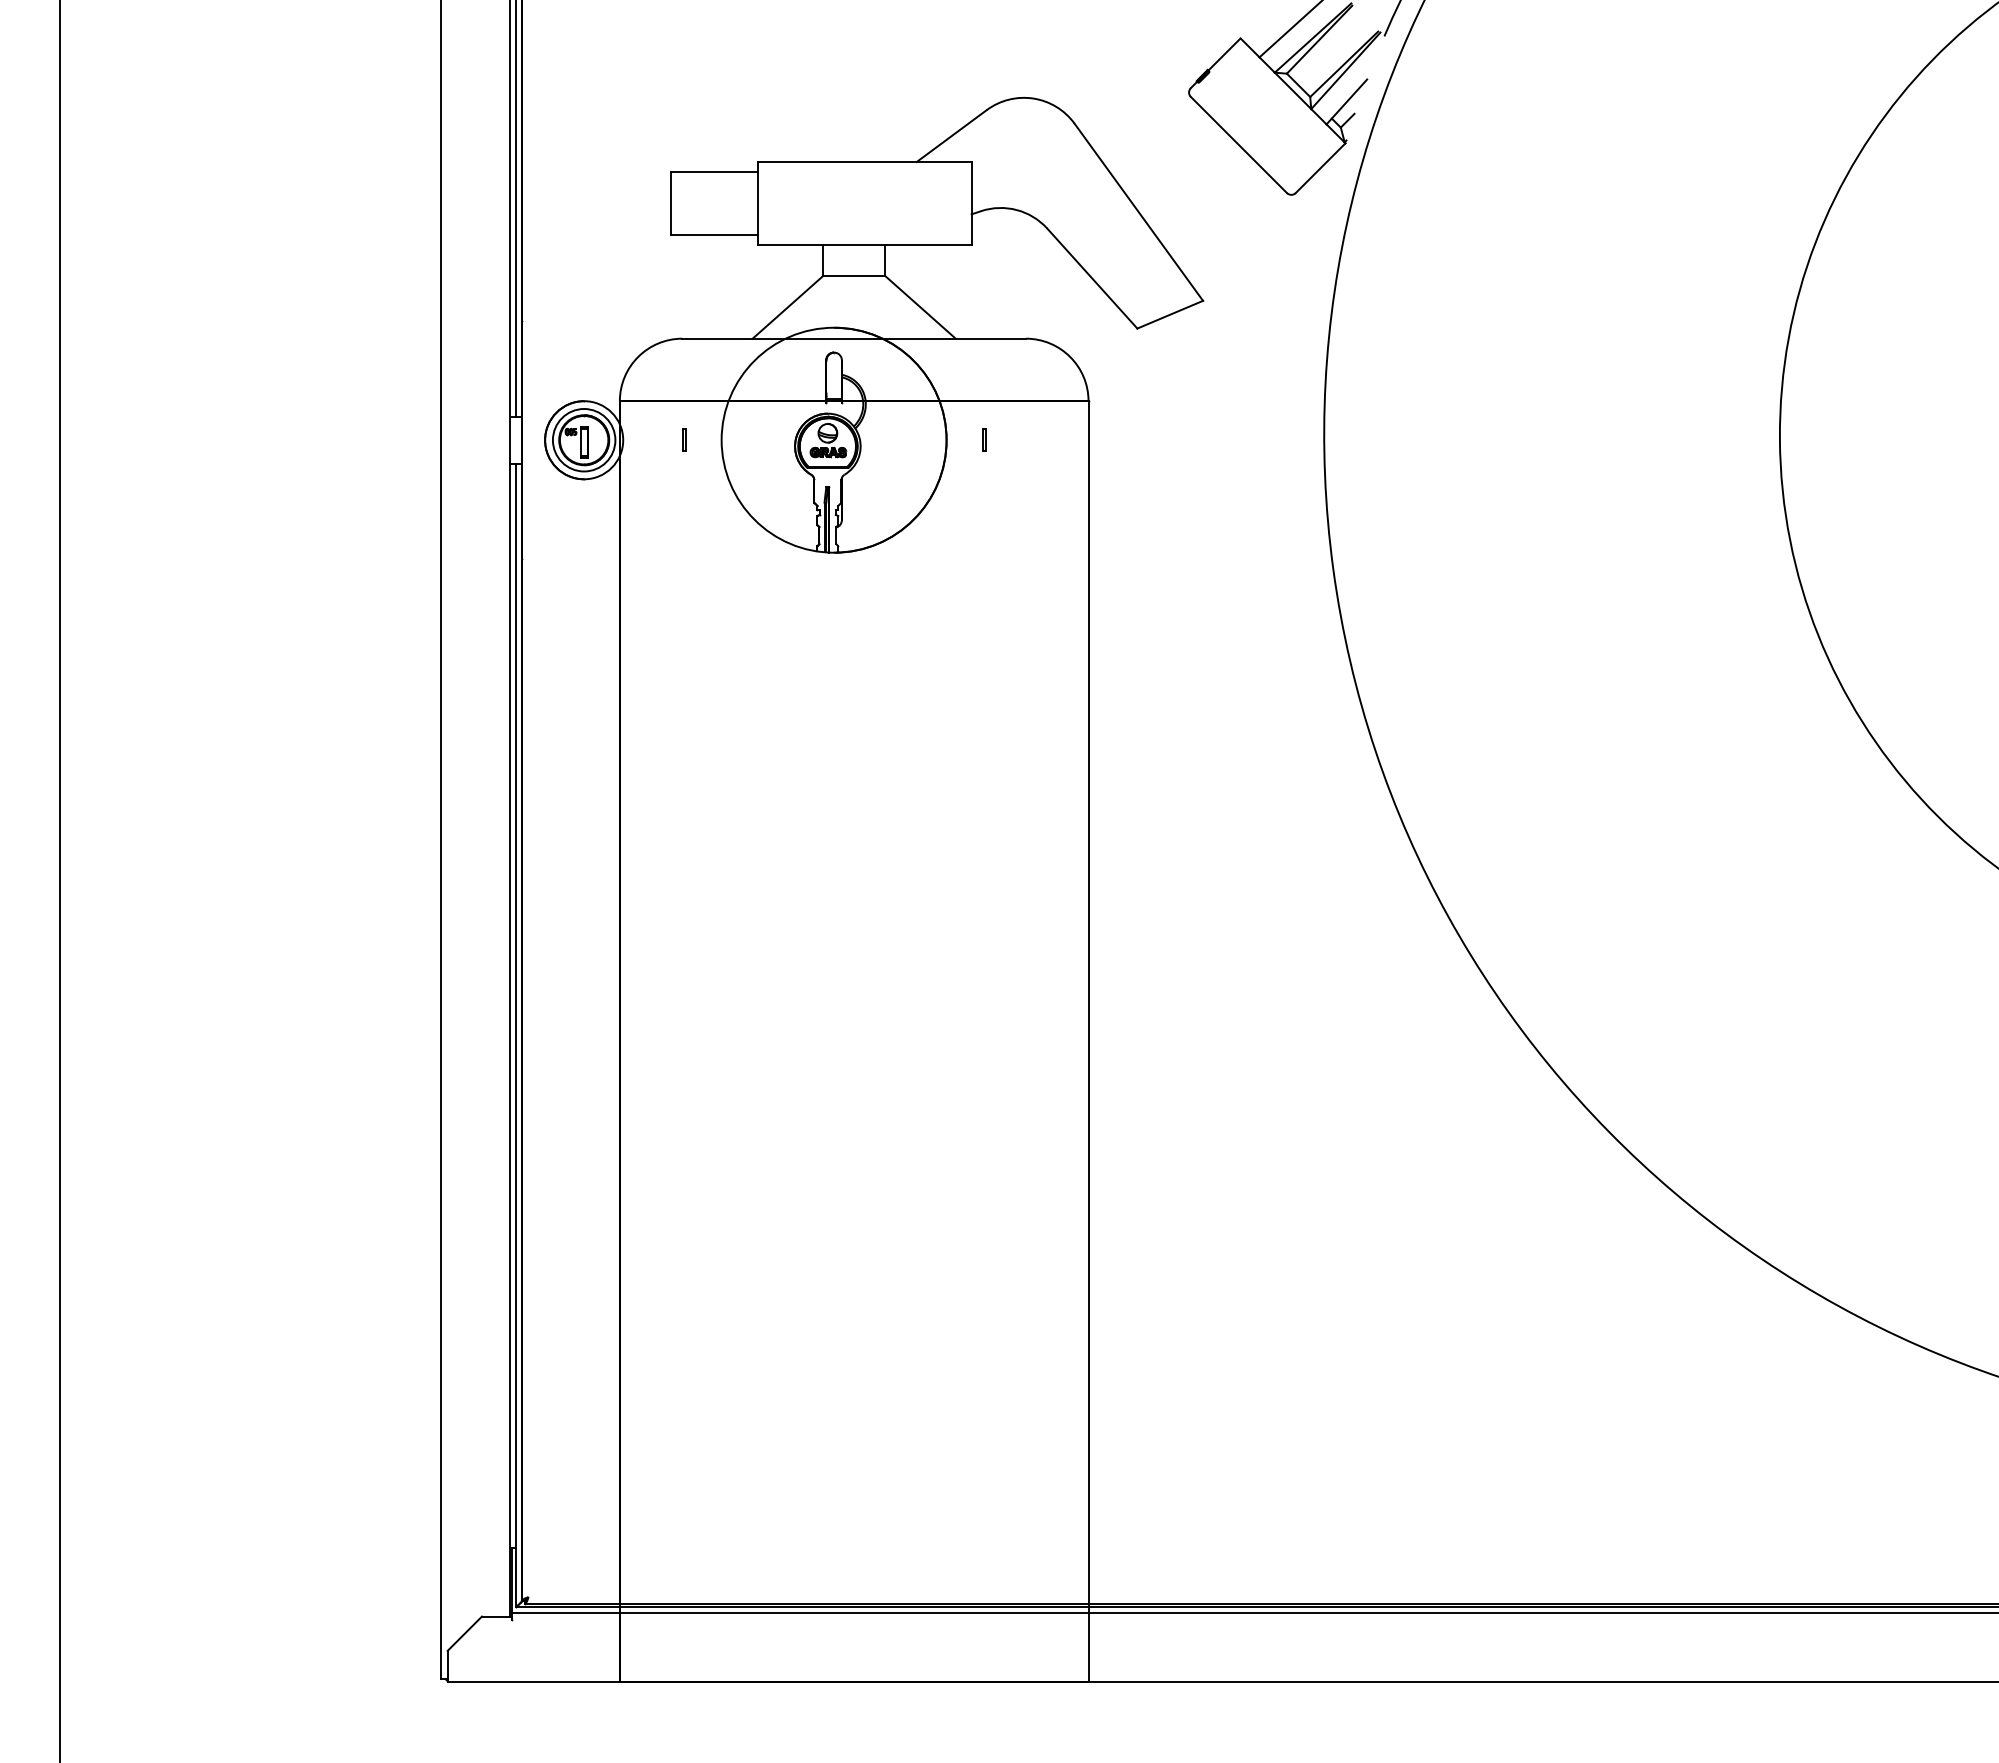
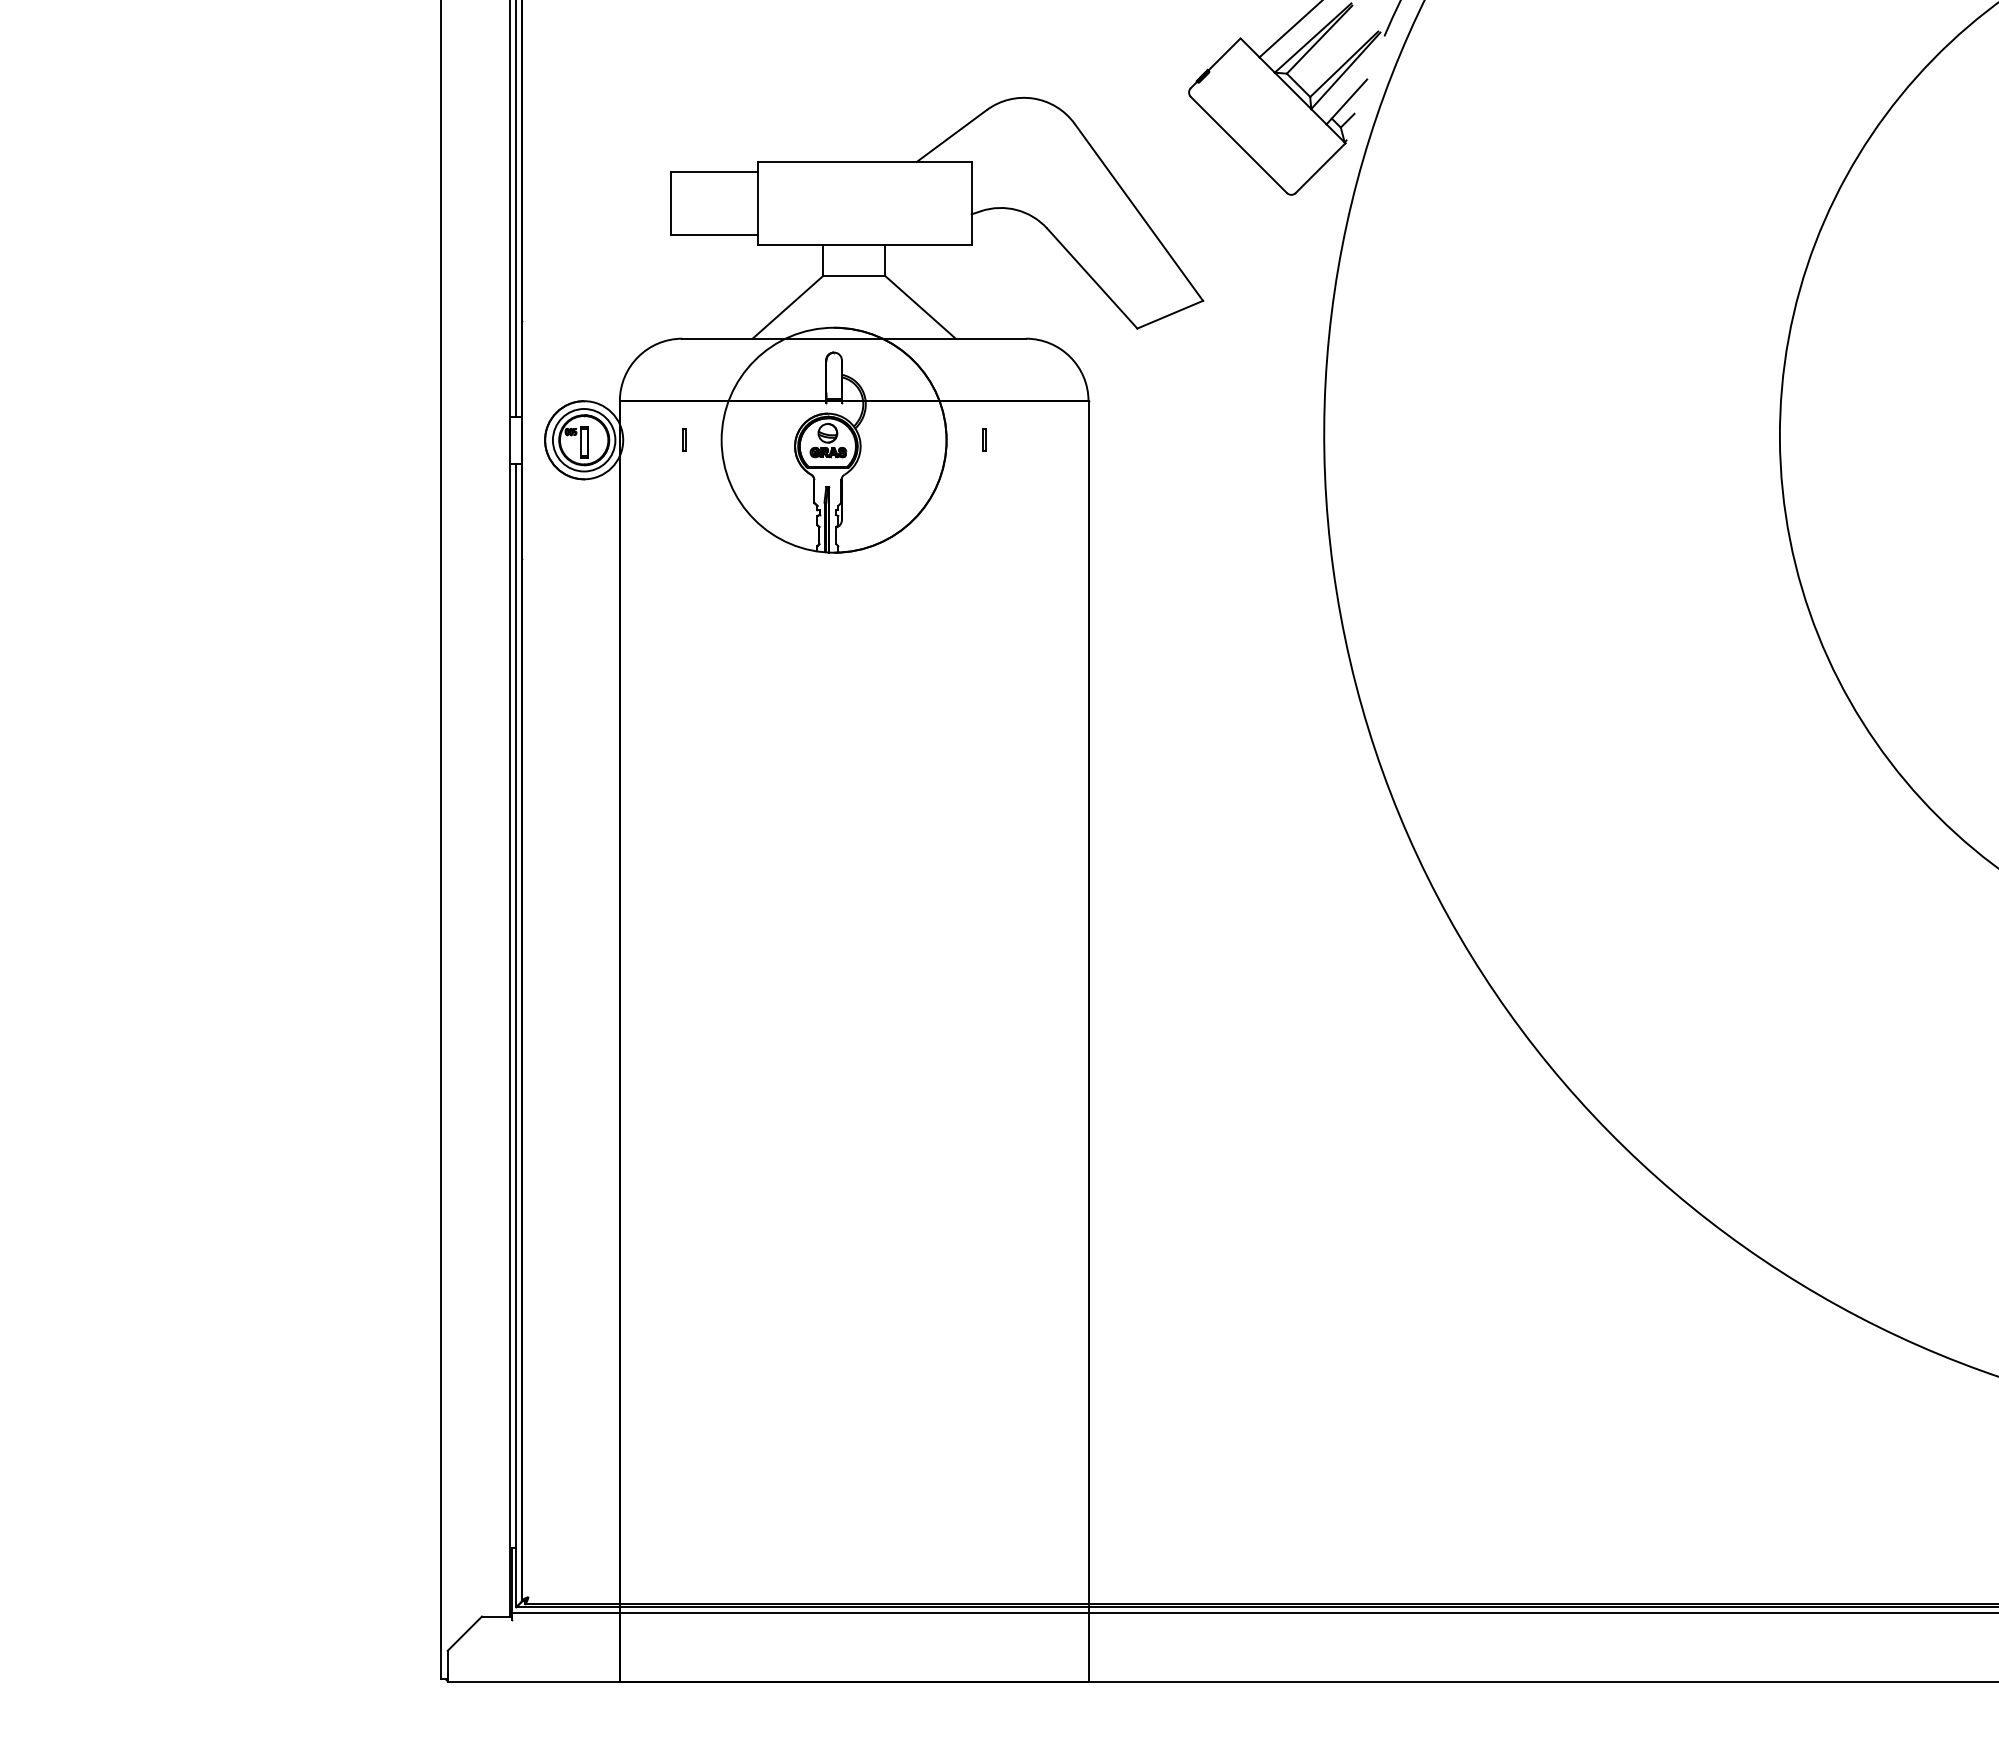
line at (59, 880): present -> none
